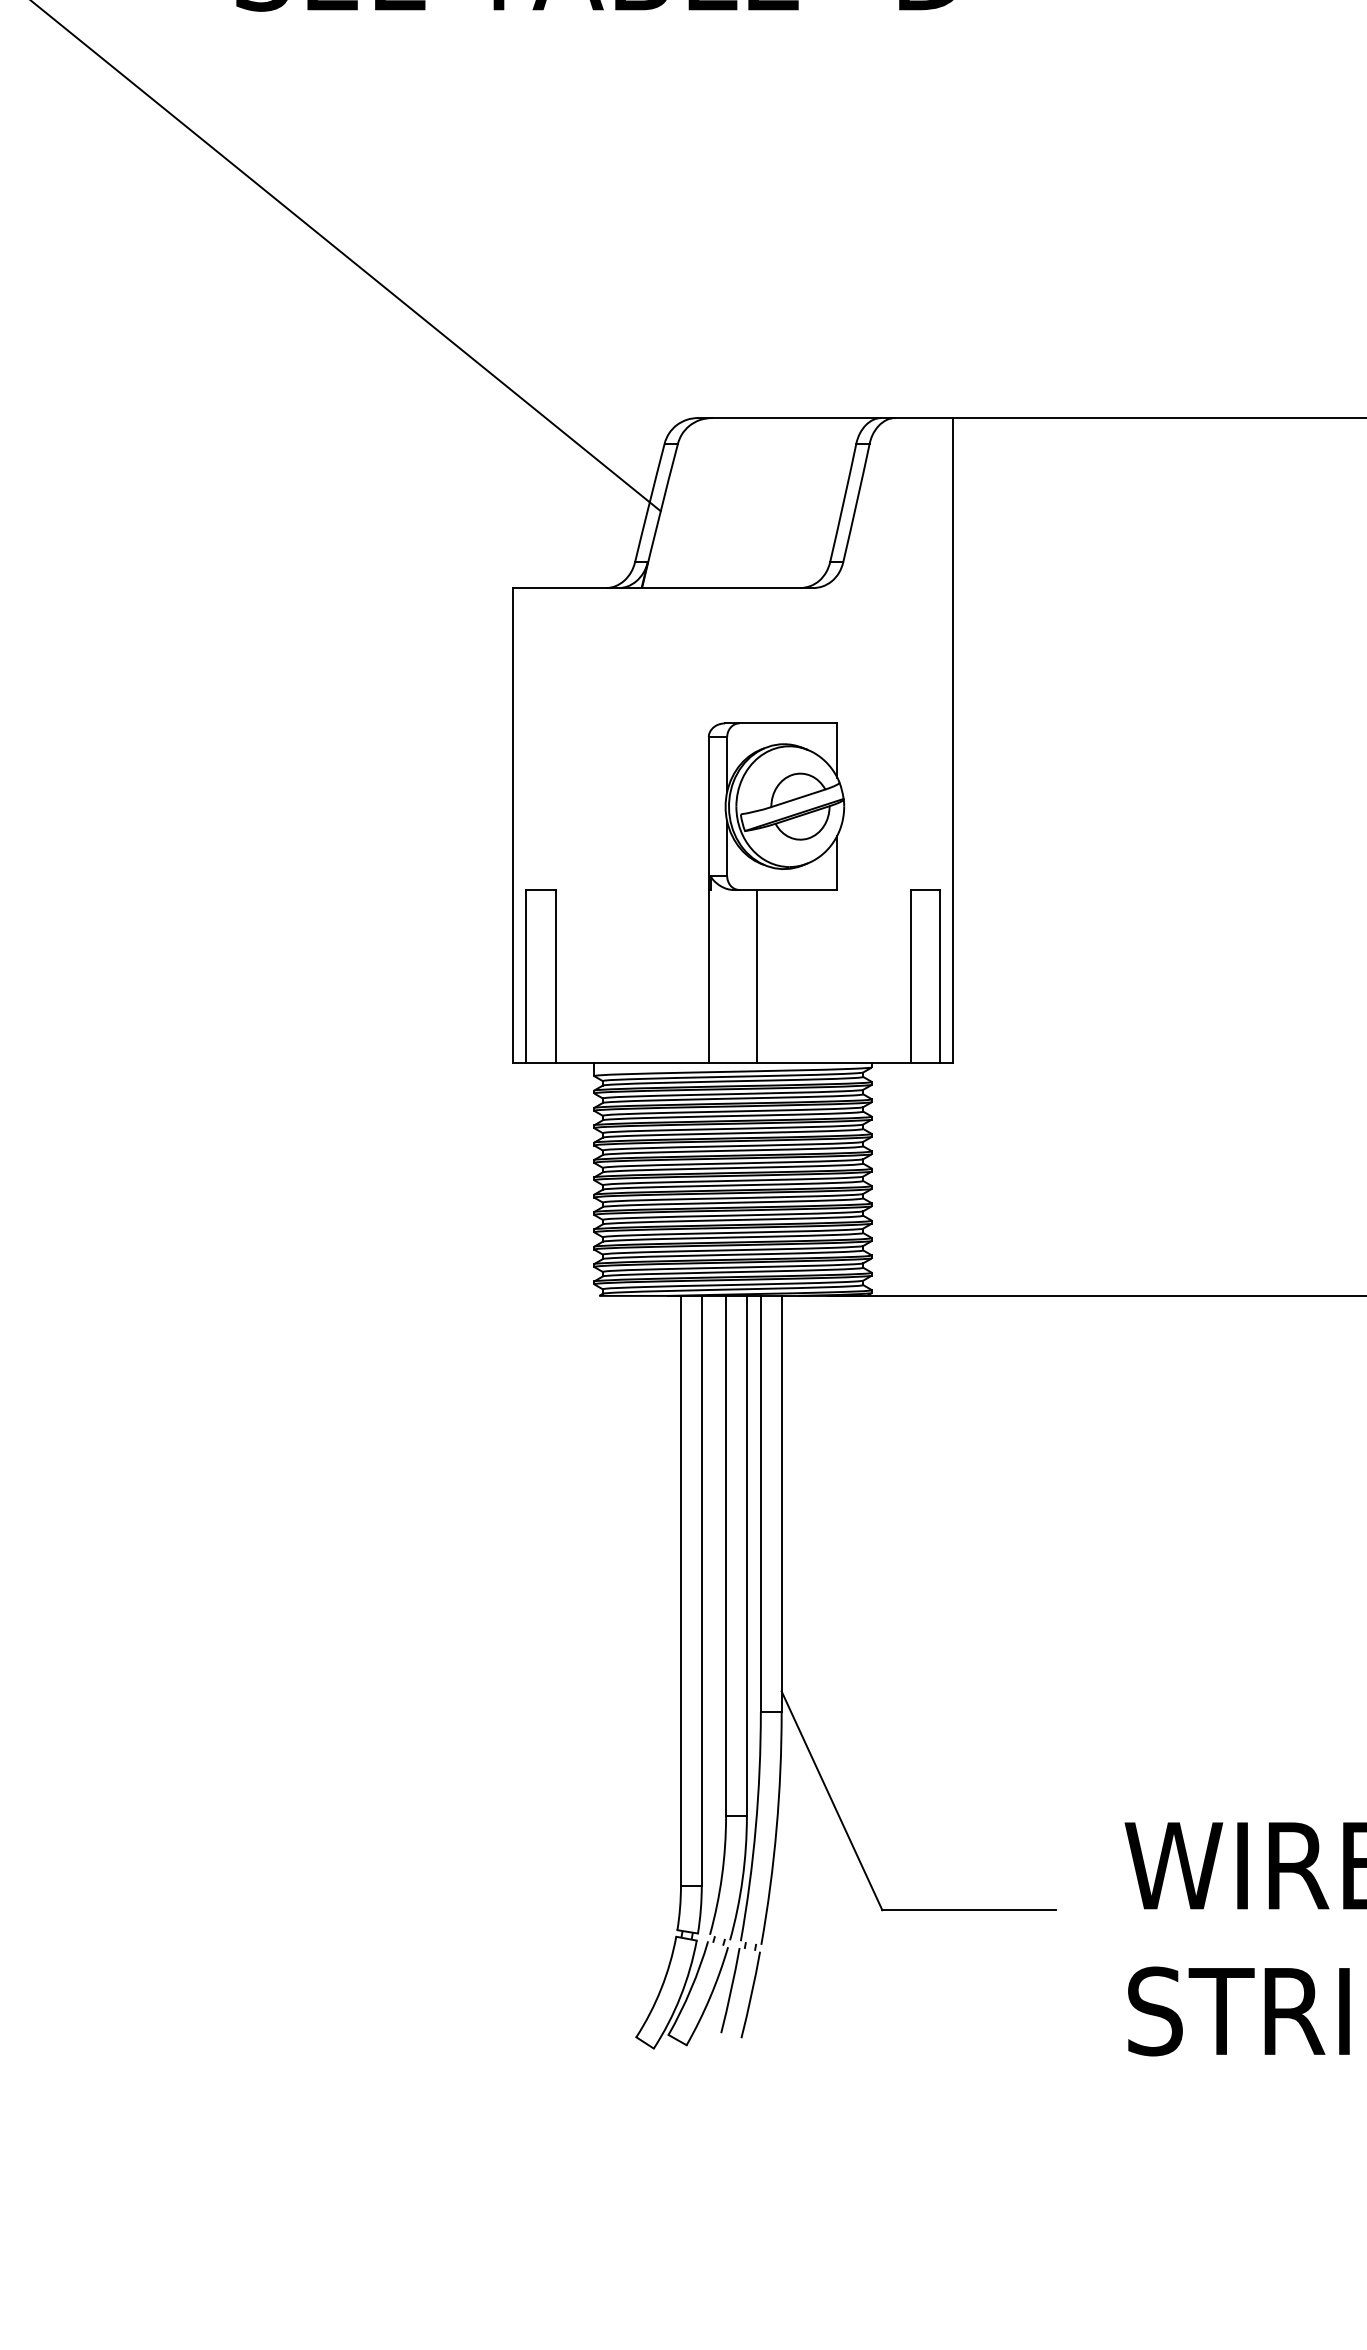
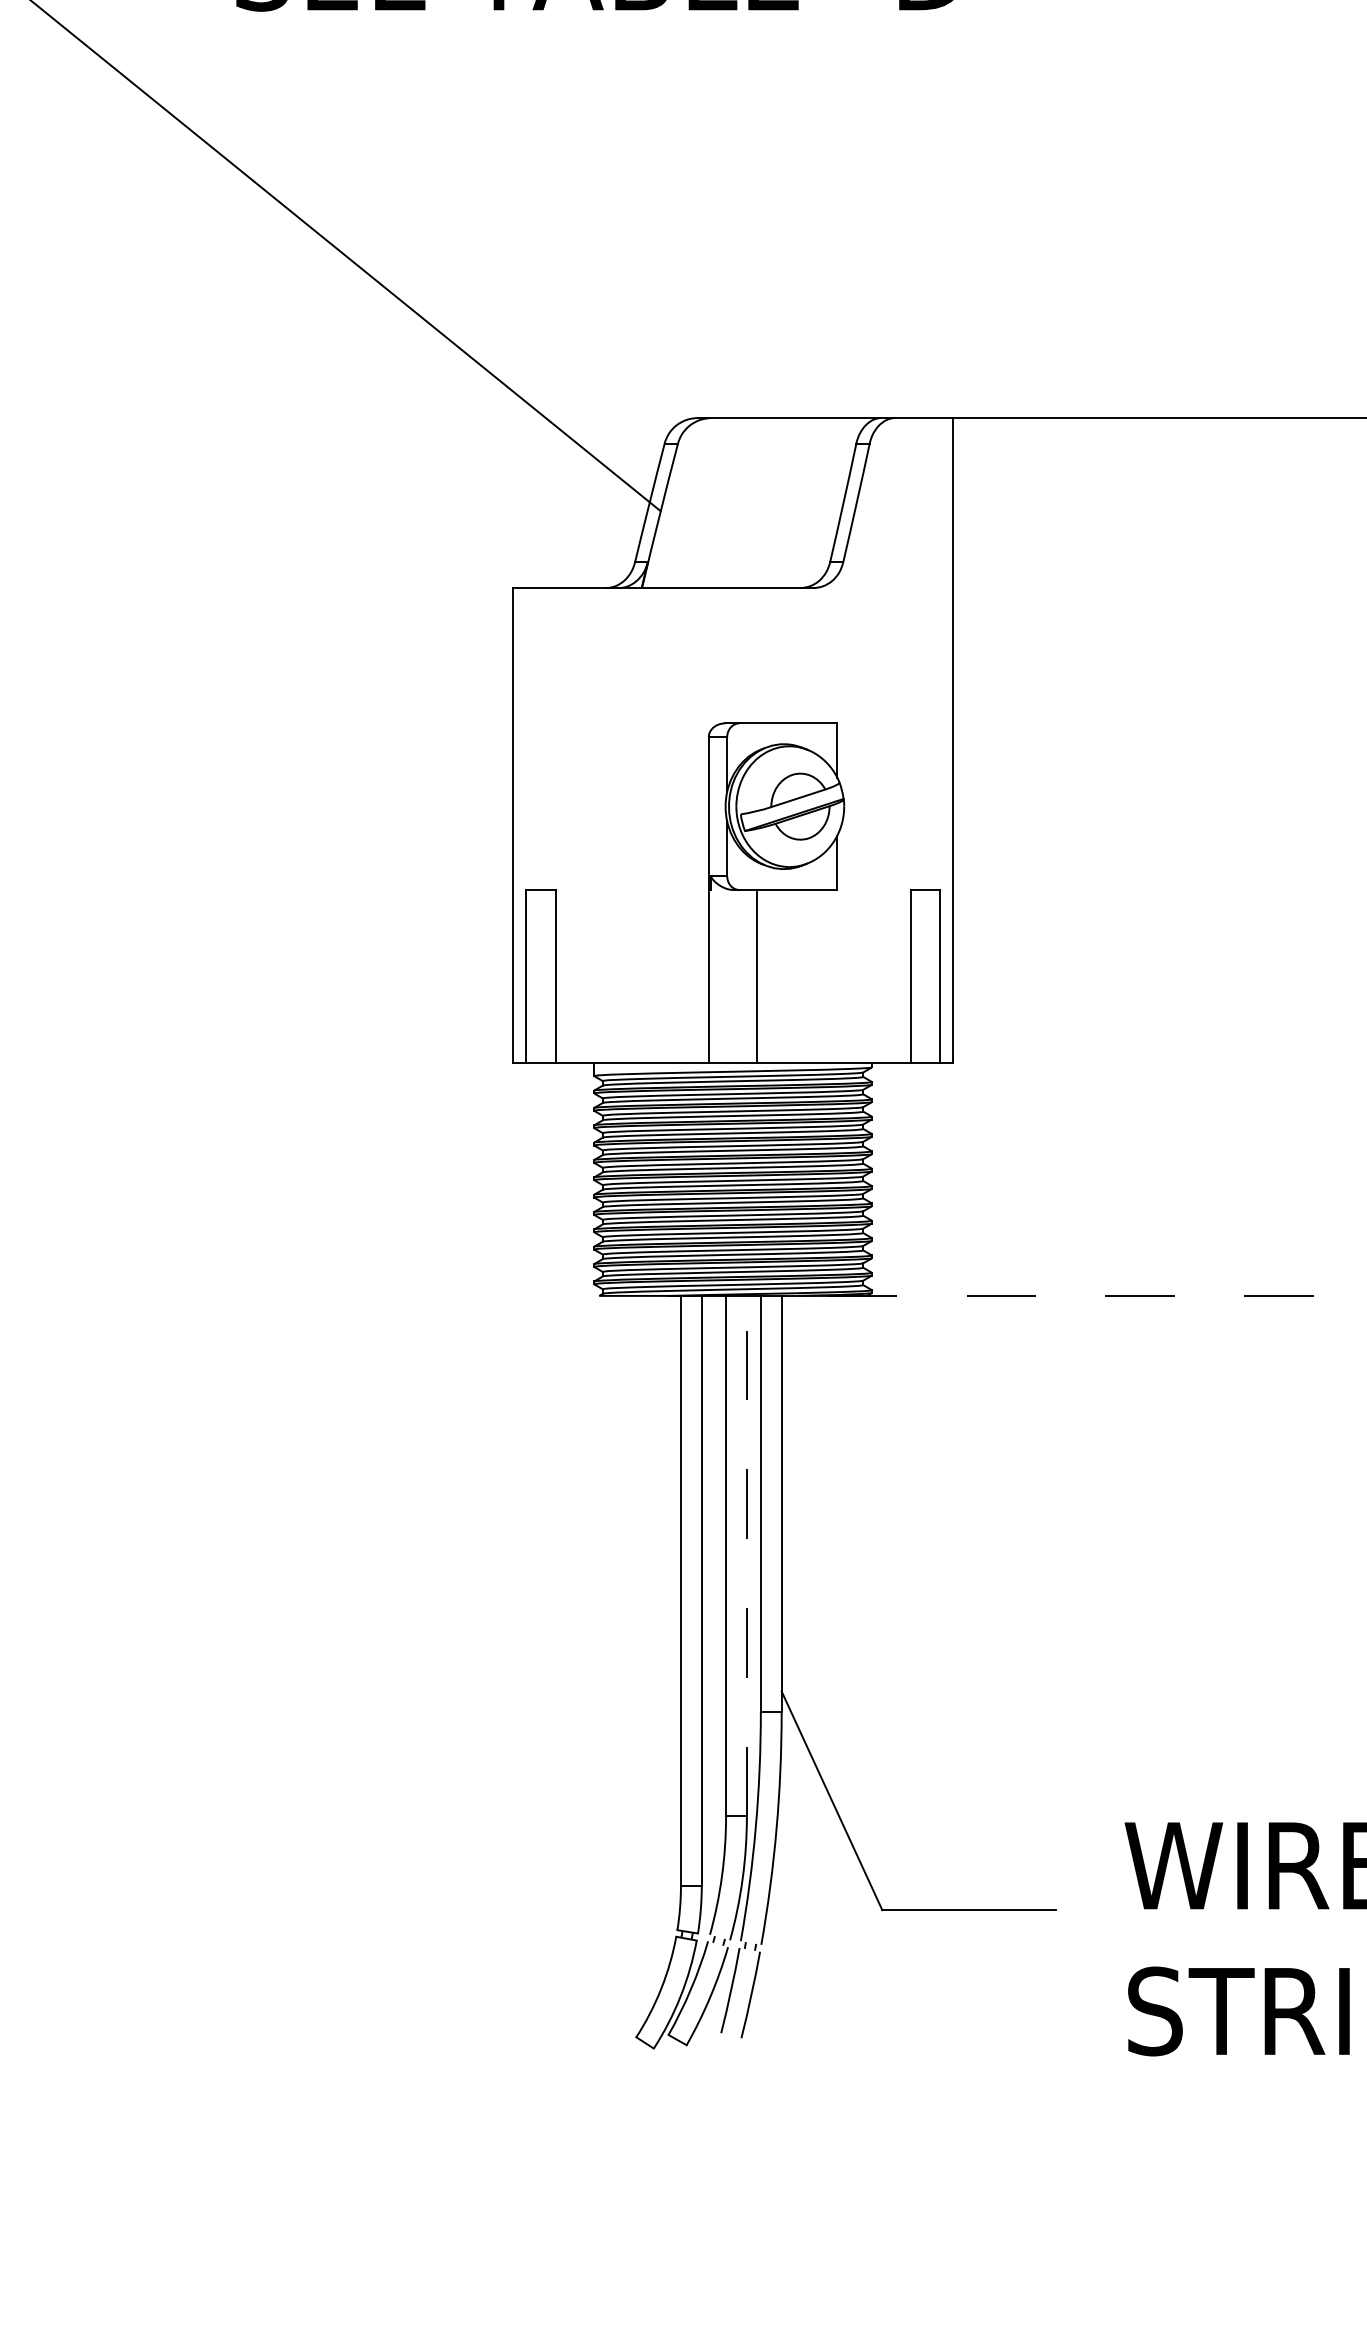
line at (1097, 1295): solid -> dashed
line at (746, 1555): solid -> dashed
